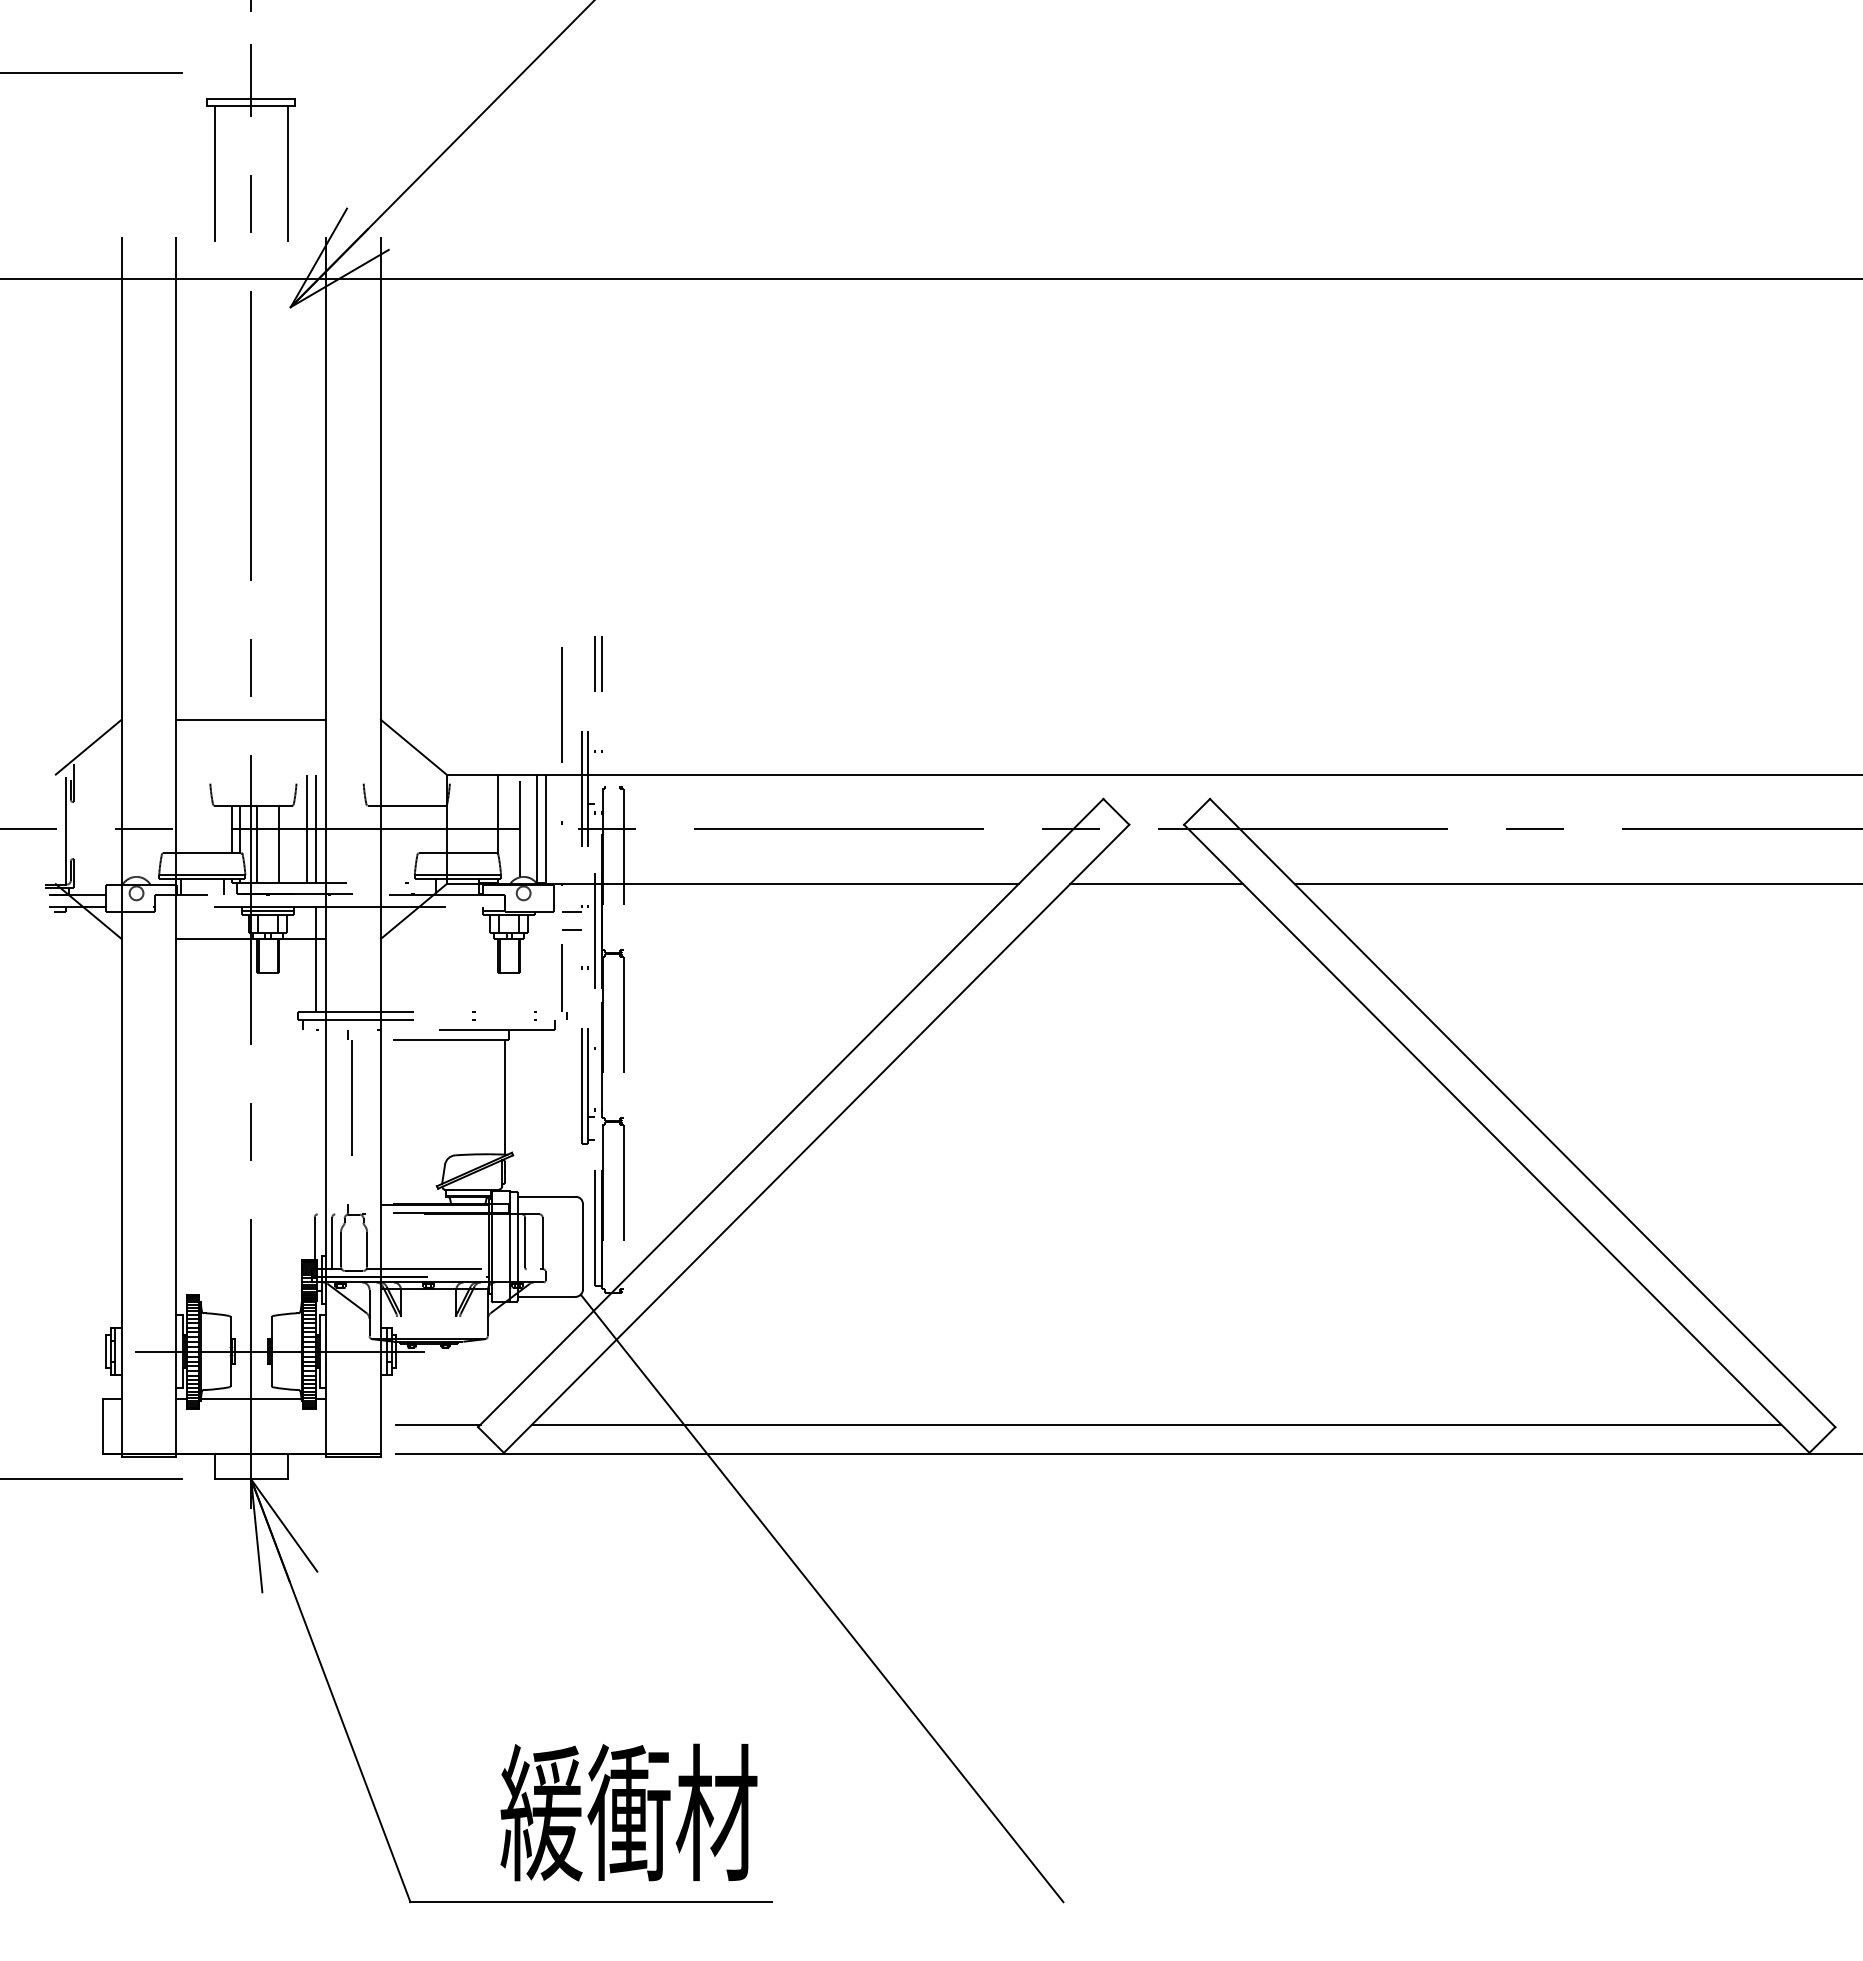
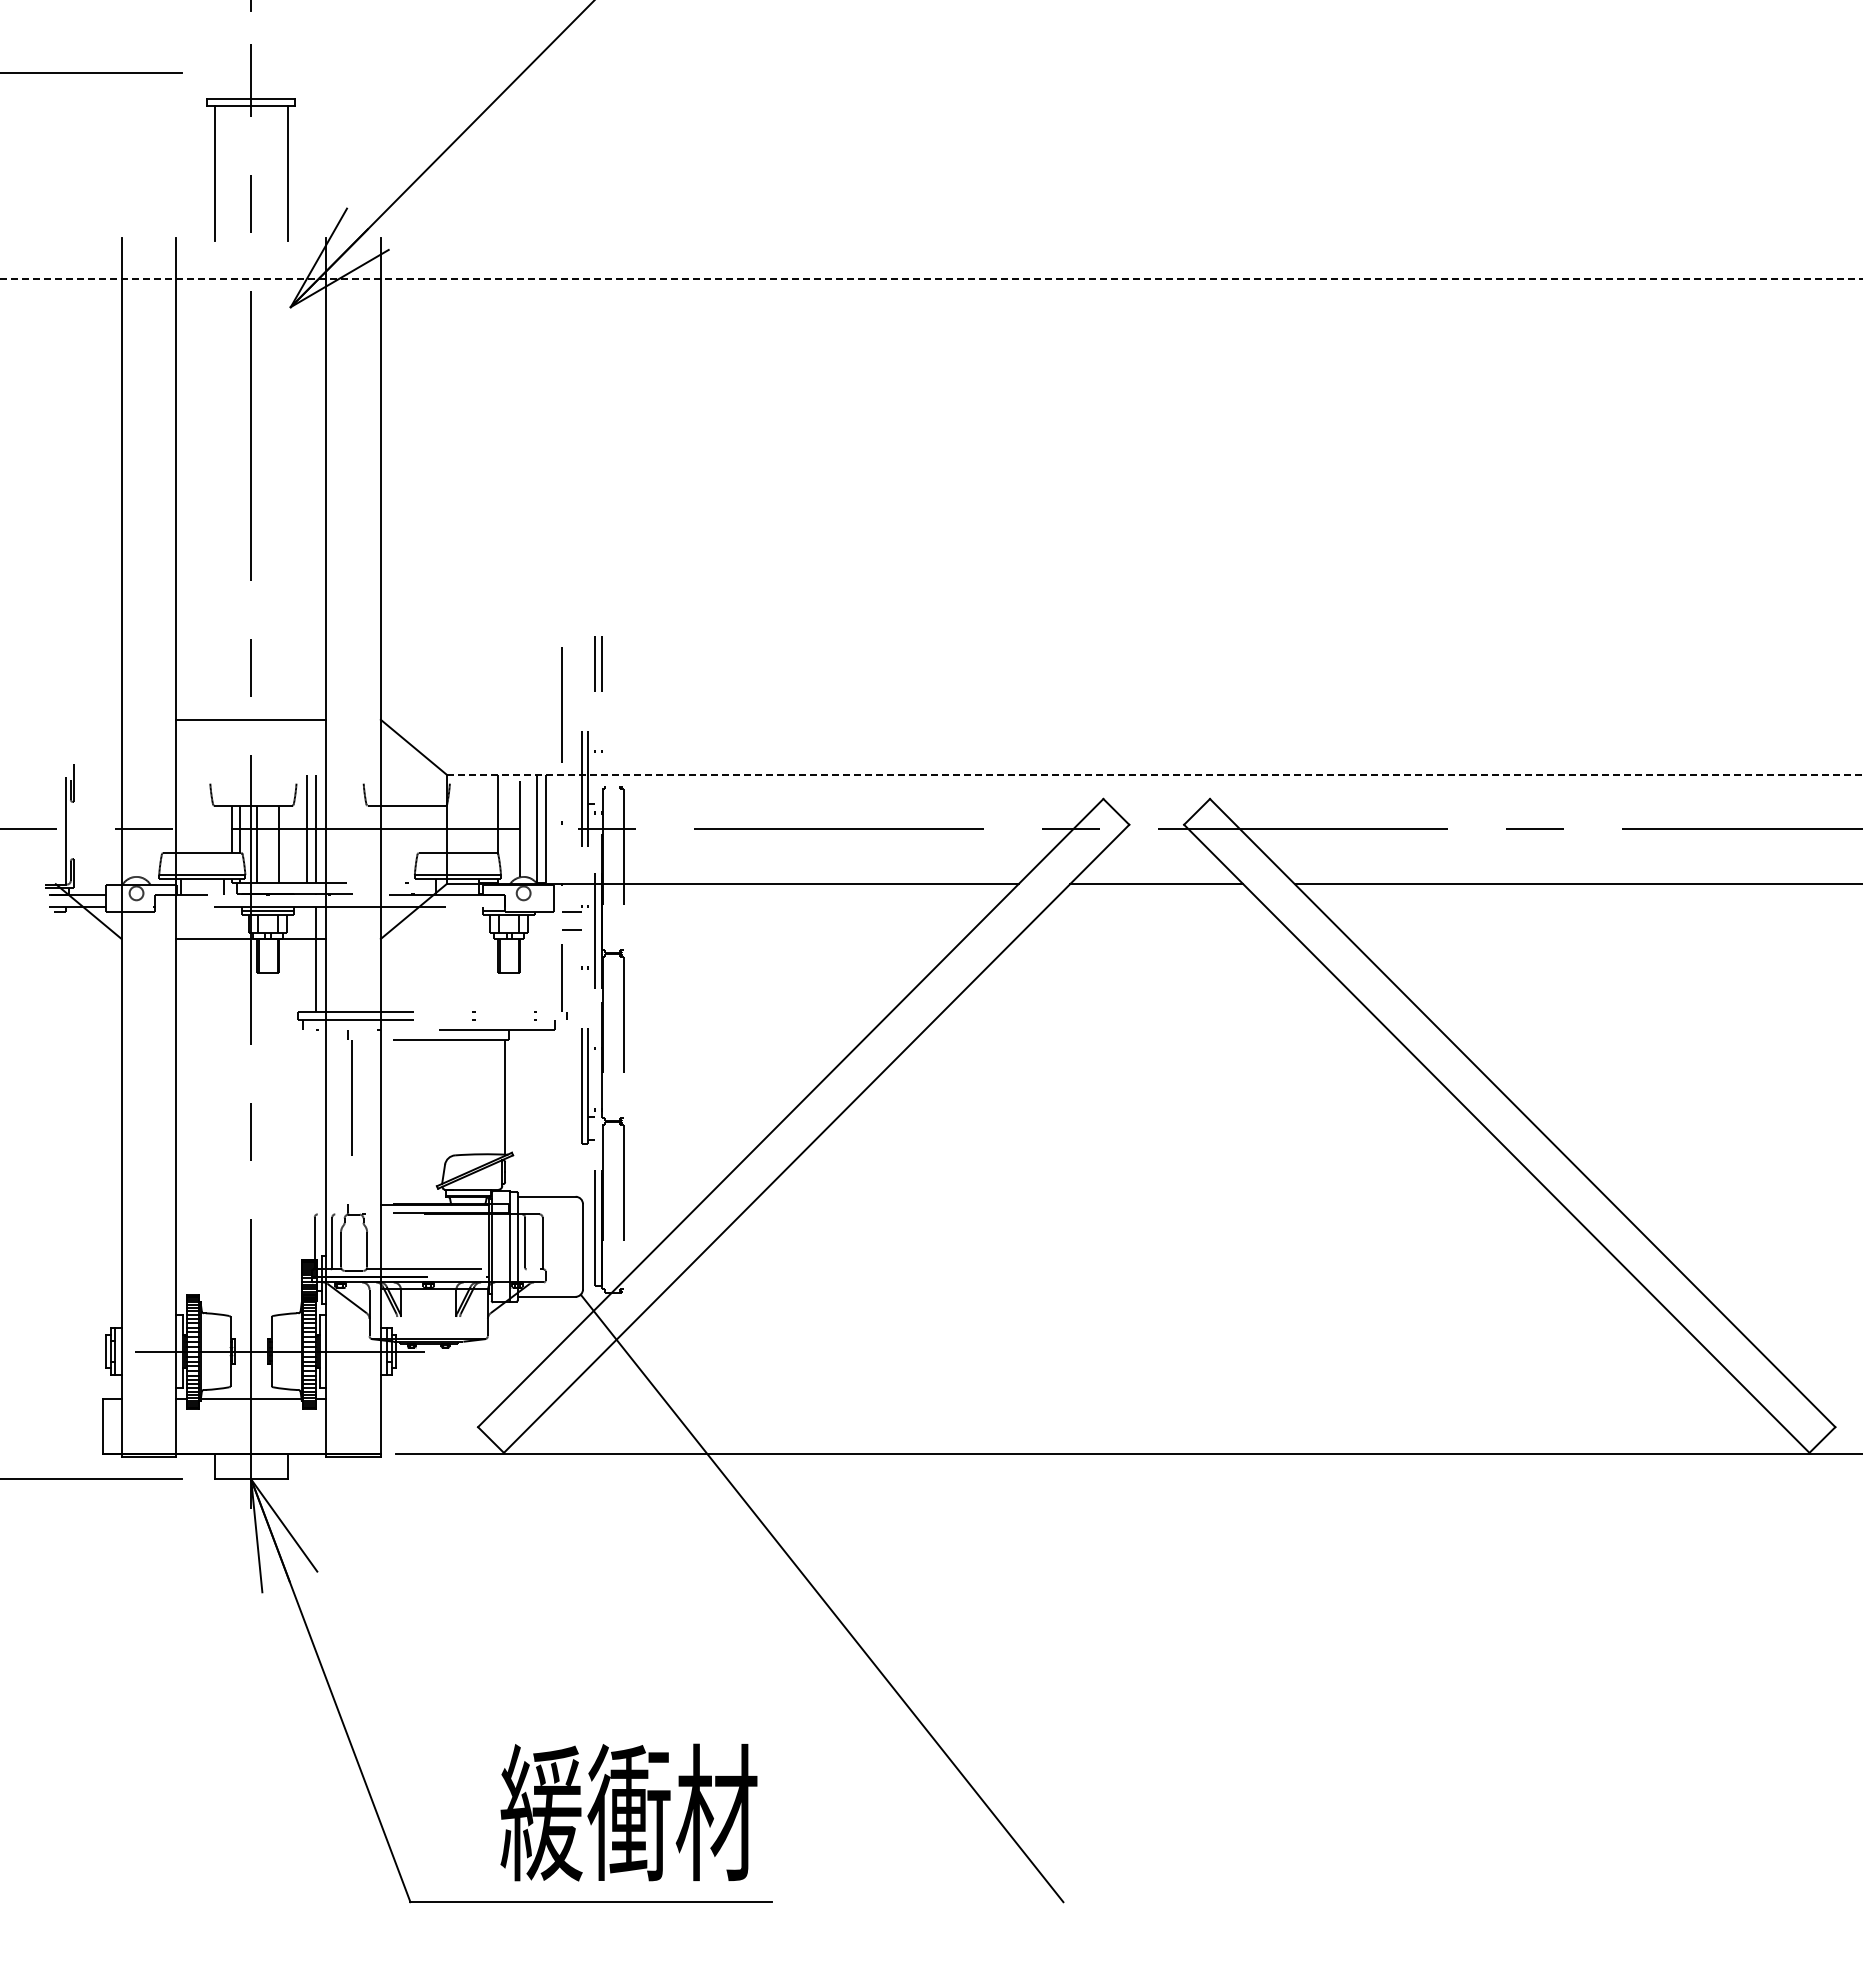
line at (931, 278): solid -> dashed
line at (88, 746): present -> none
line at (1154, 774): solid -> dashed
line at (438, 1424): present -> none
line at (1156, 1424): present -> none
